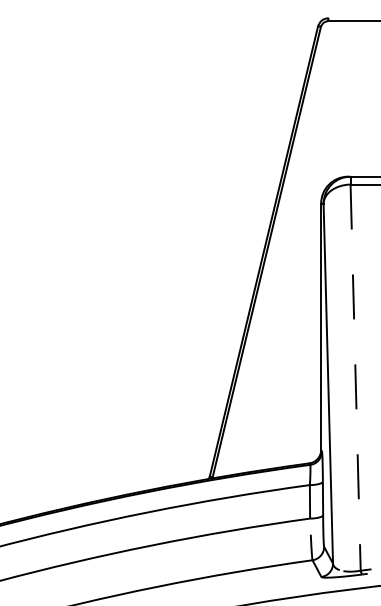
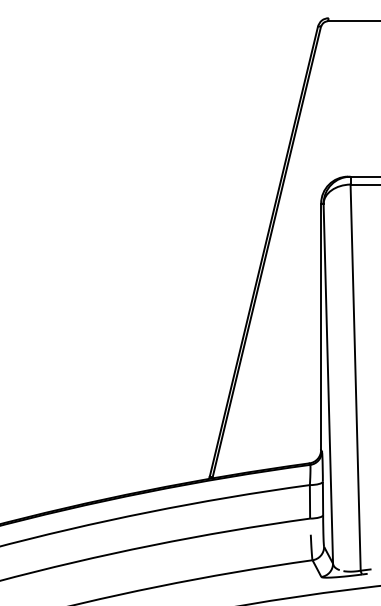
line at (355, 378): dashed -> solid
